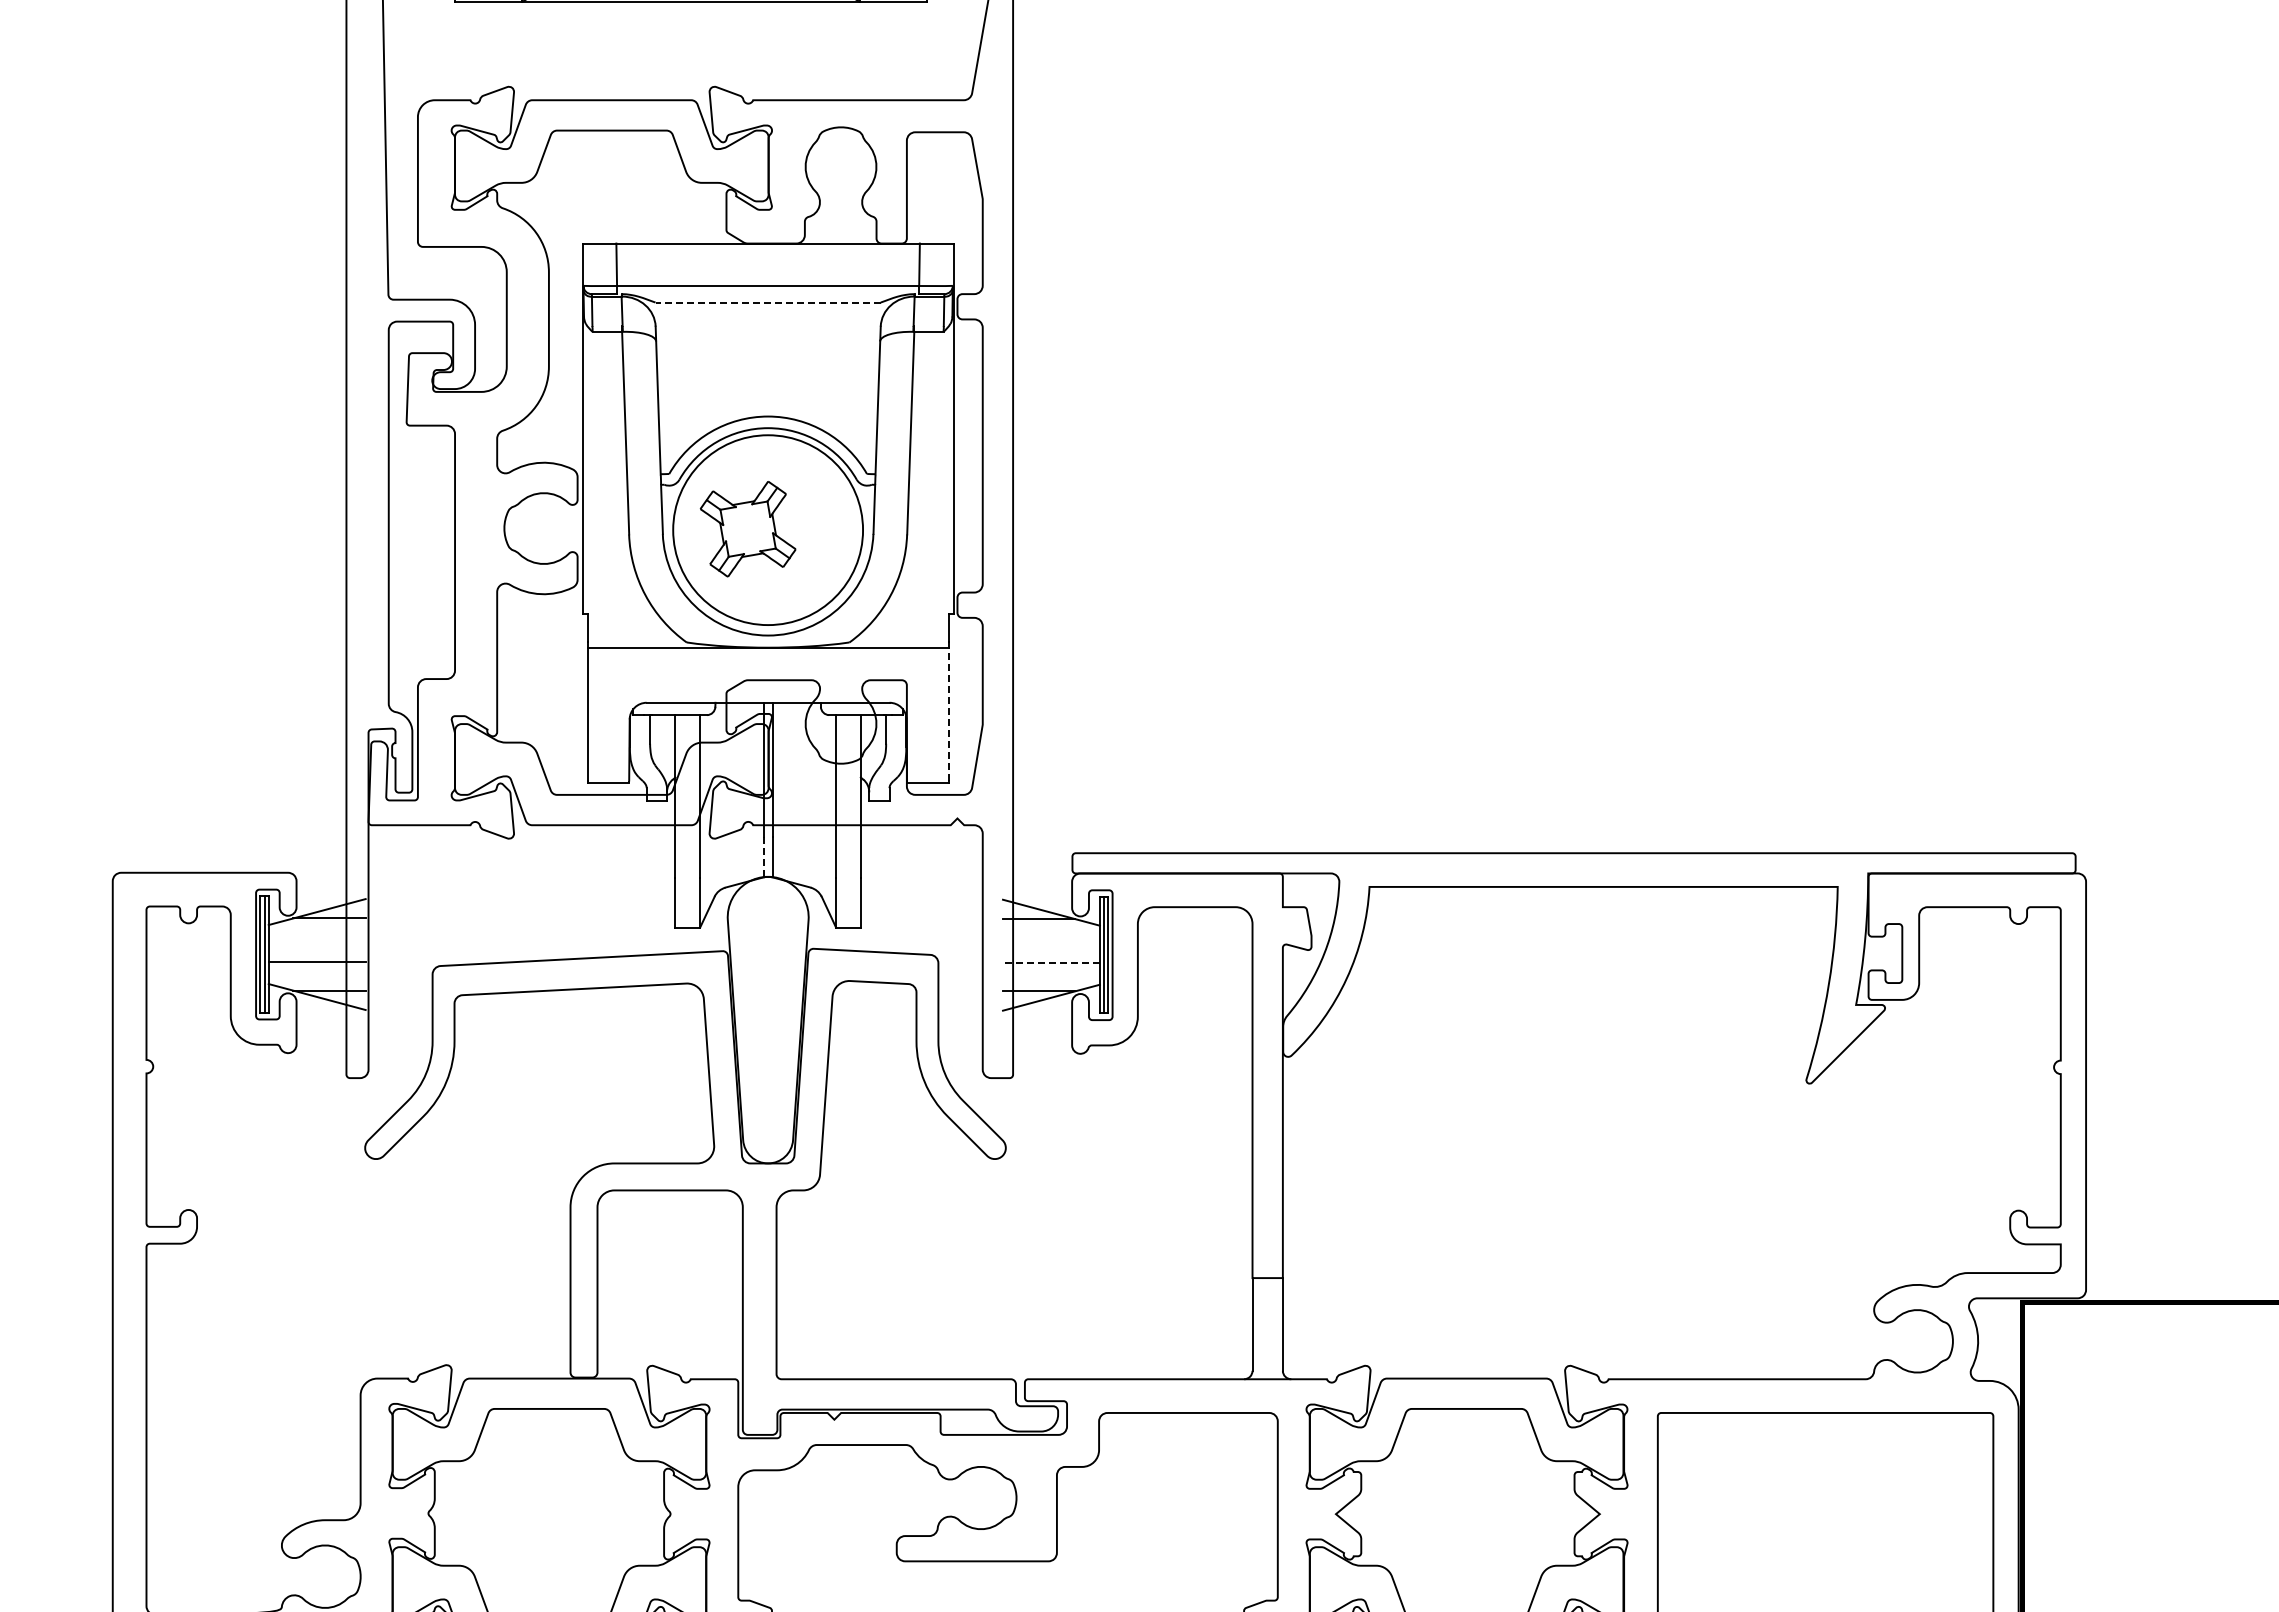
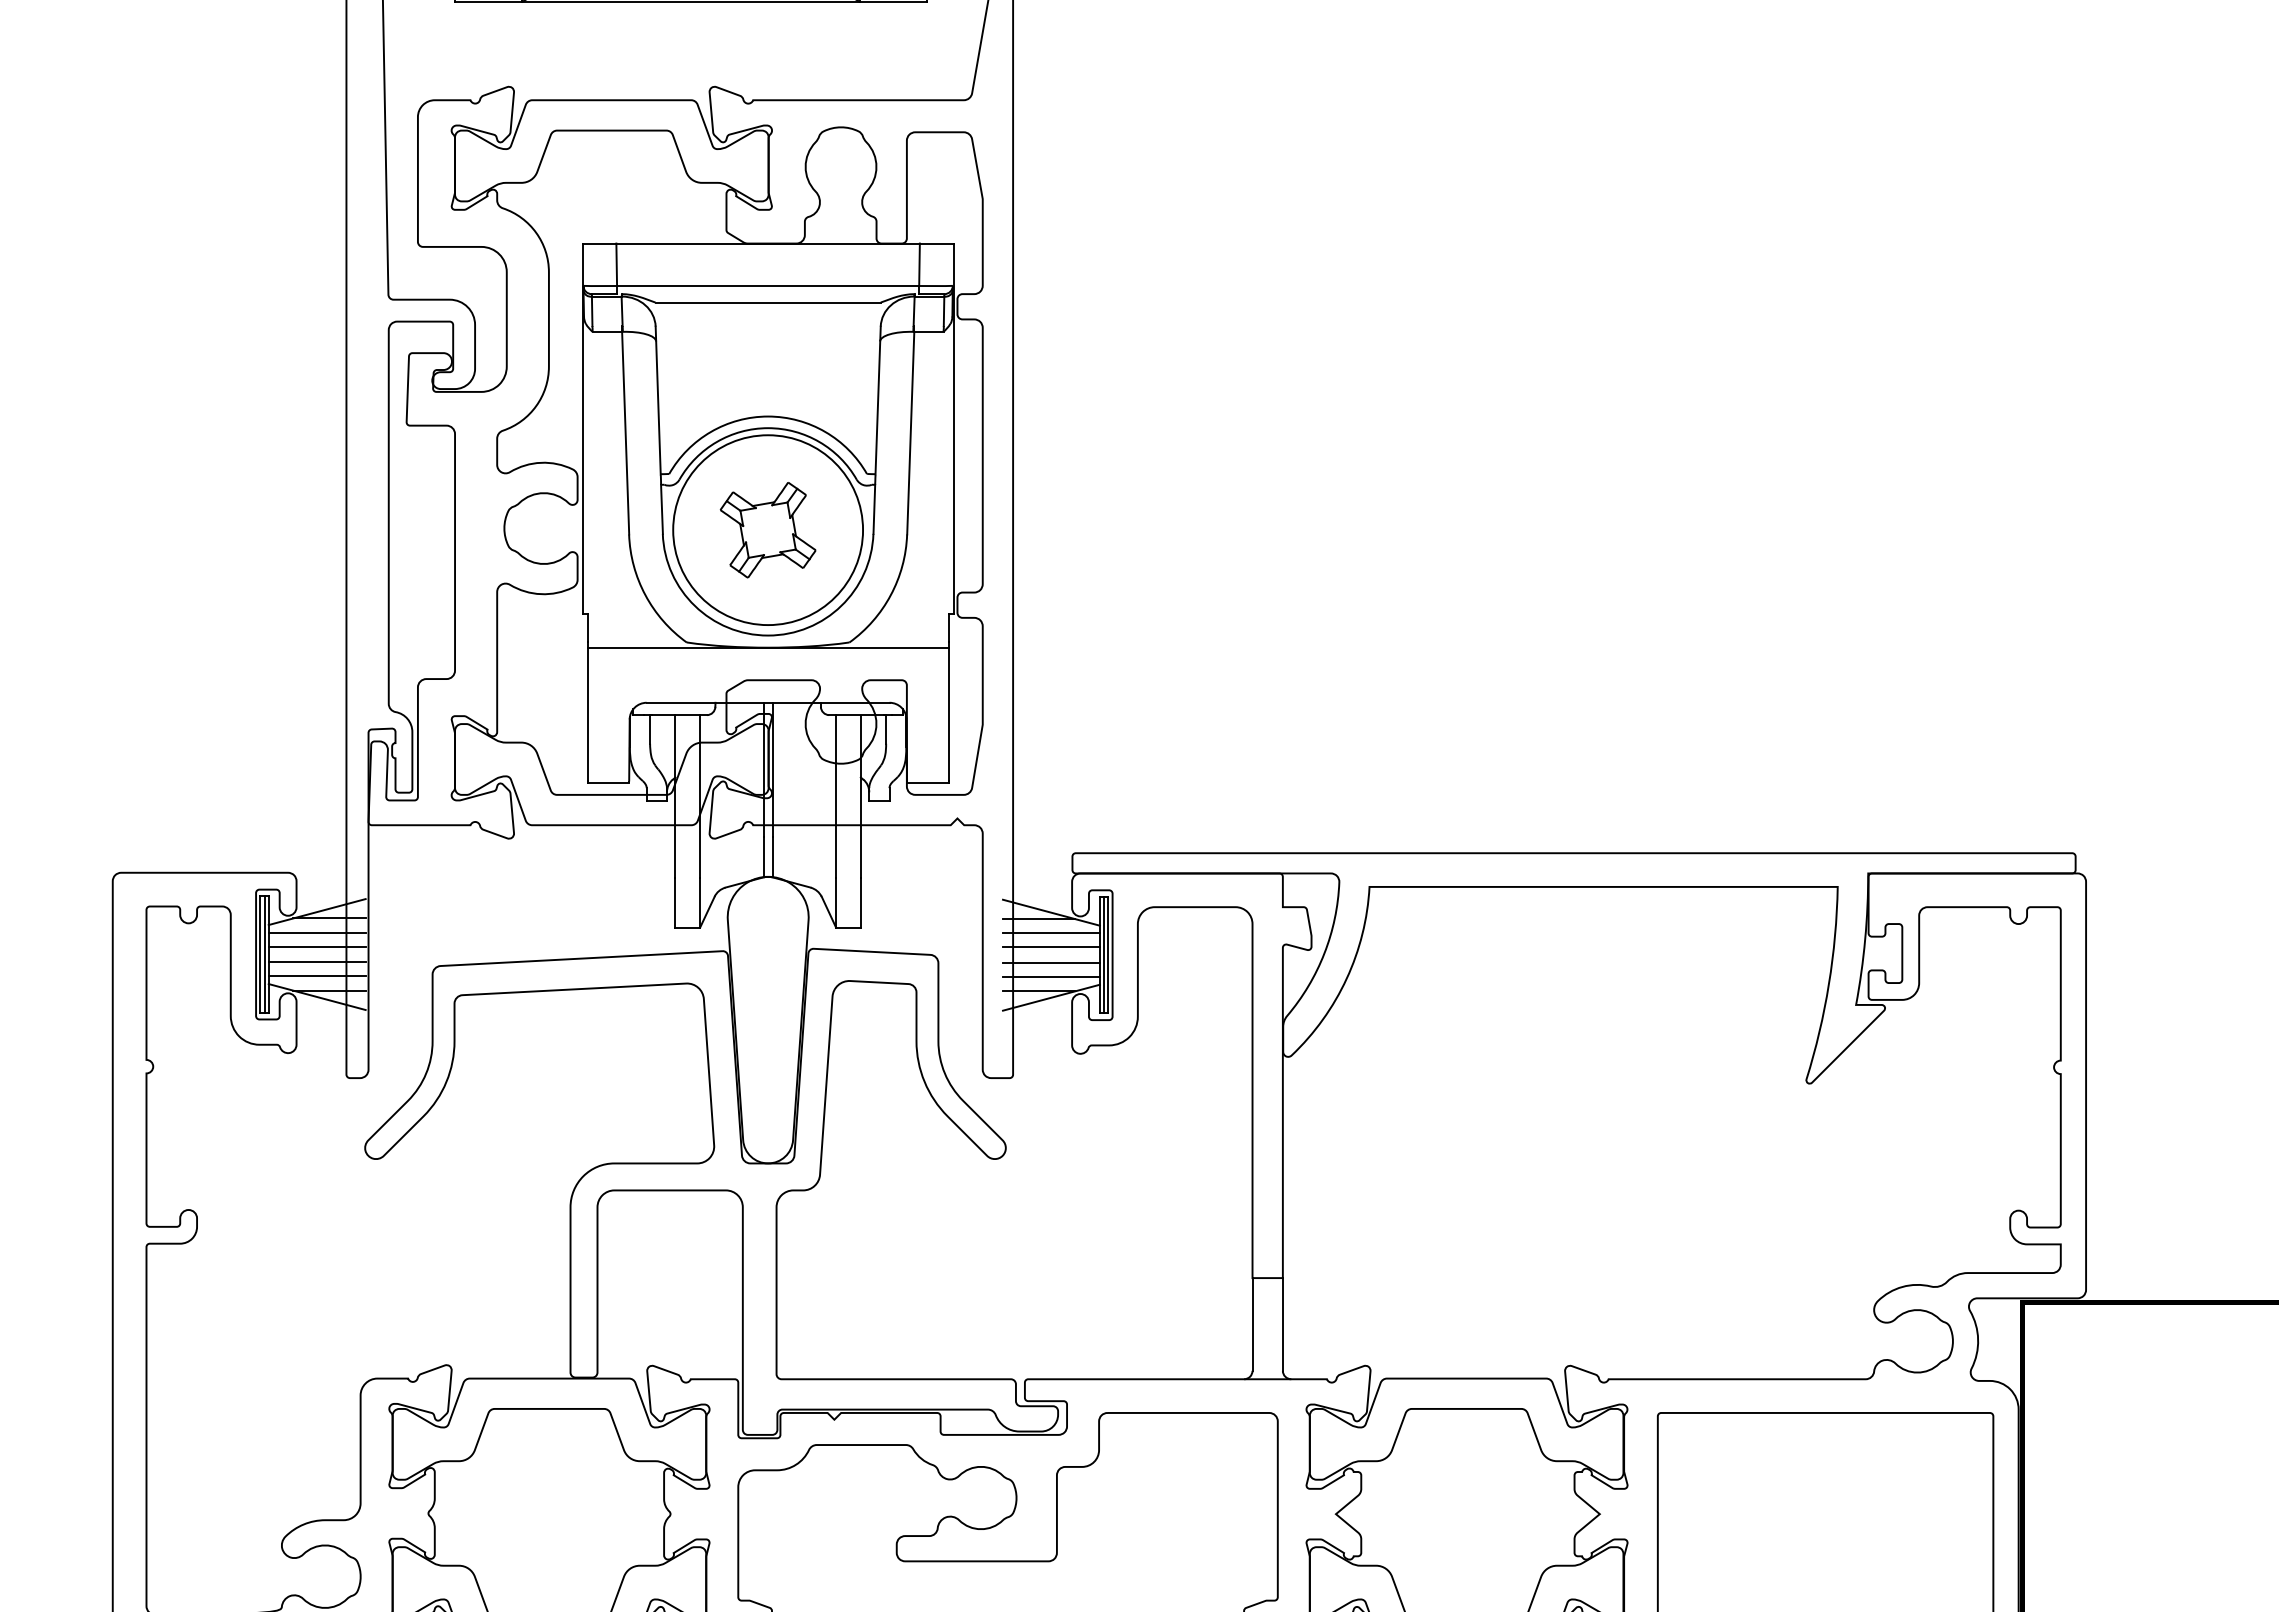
line at (768, 302): dashed -> solid
part at (747, 529) position: (747, 529) -> (767, 530)
line at (948, 713): dashed -> solid
line at (763, 856): dashed -> solid
line at (316, 932): none -> present
line at (1050, 933): none -> present
line at (316, 946): none -> present
line at (1050, 947): none -> present
line at (1050, 962): dashed -> solid
line at (316, 976): none -> present
line at (1050, 977): none -> present
